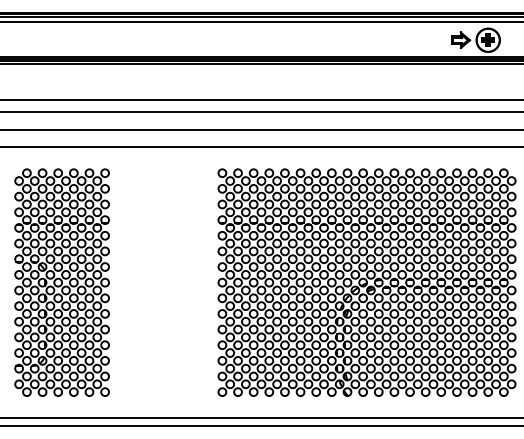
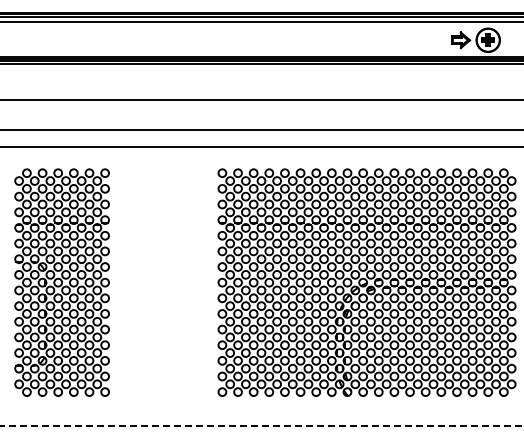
line at (261, 111): present -> none
line at (261, 418): present -> none
line at (262, 426): solid -> dashed
